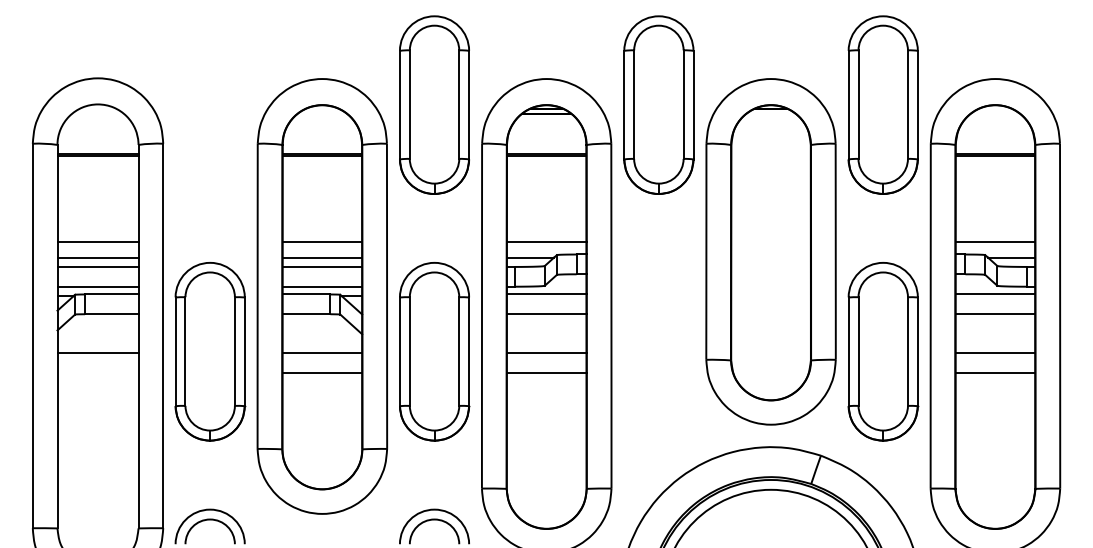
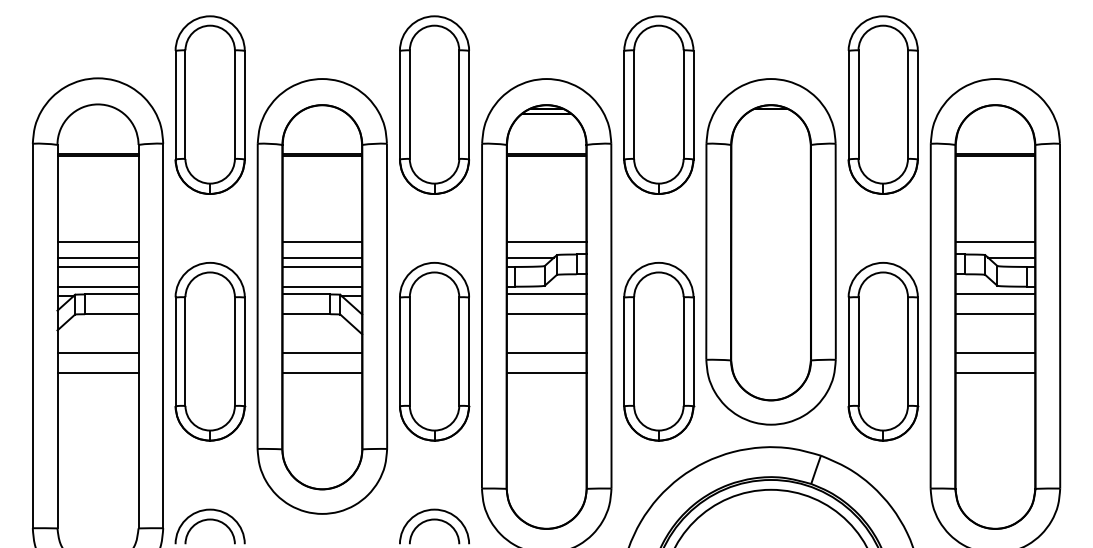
part at (209, 104): none -> present
part at (659, 351): none -> present
line at (97, 373): none -> present
